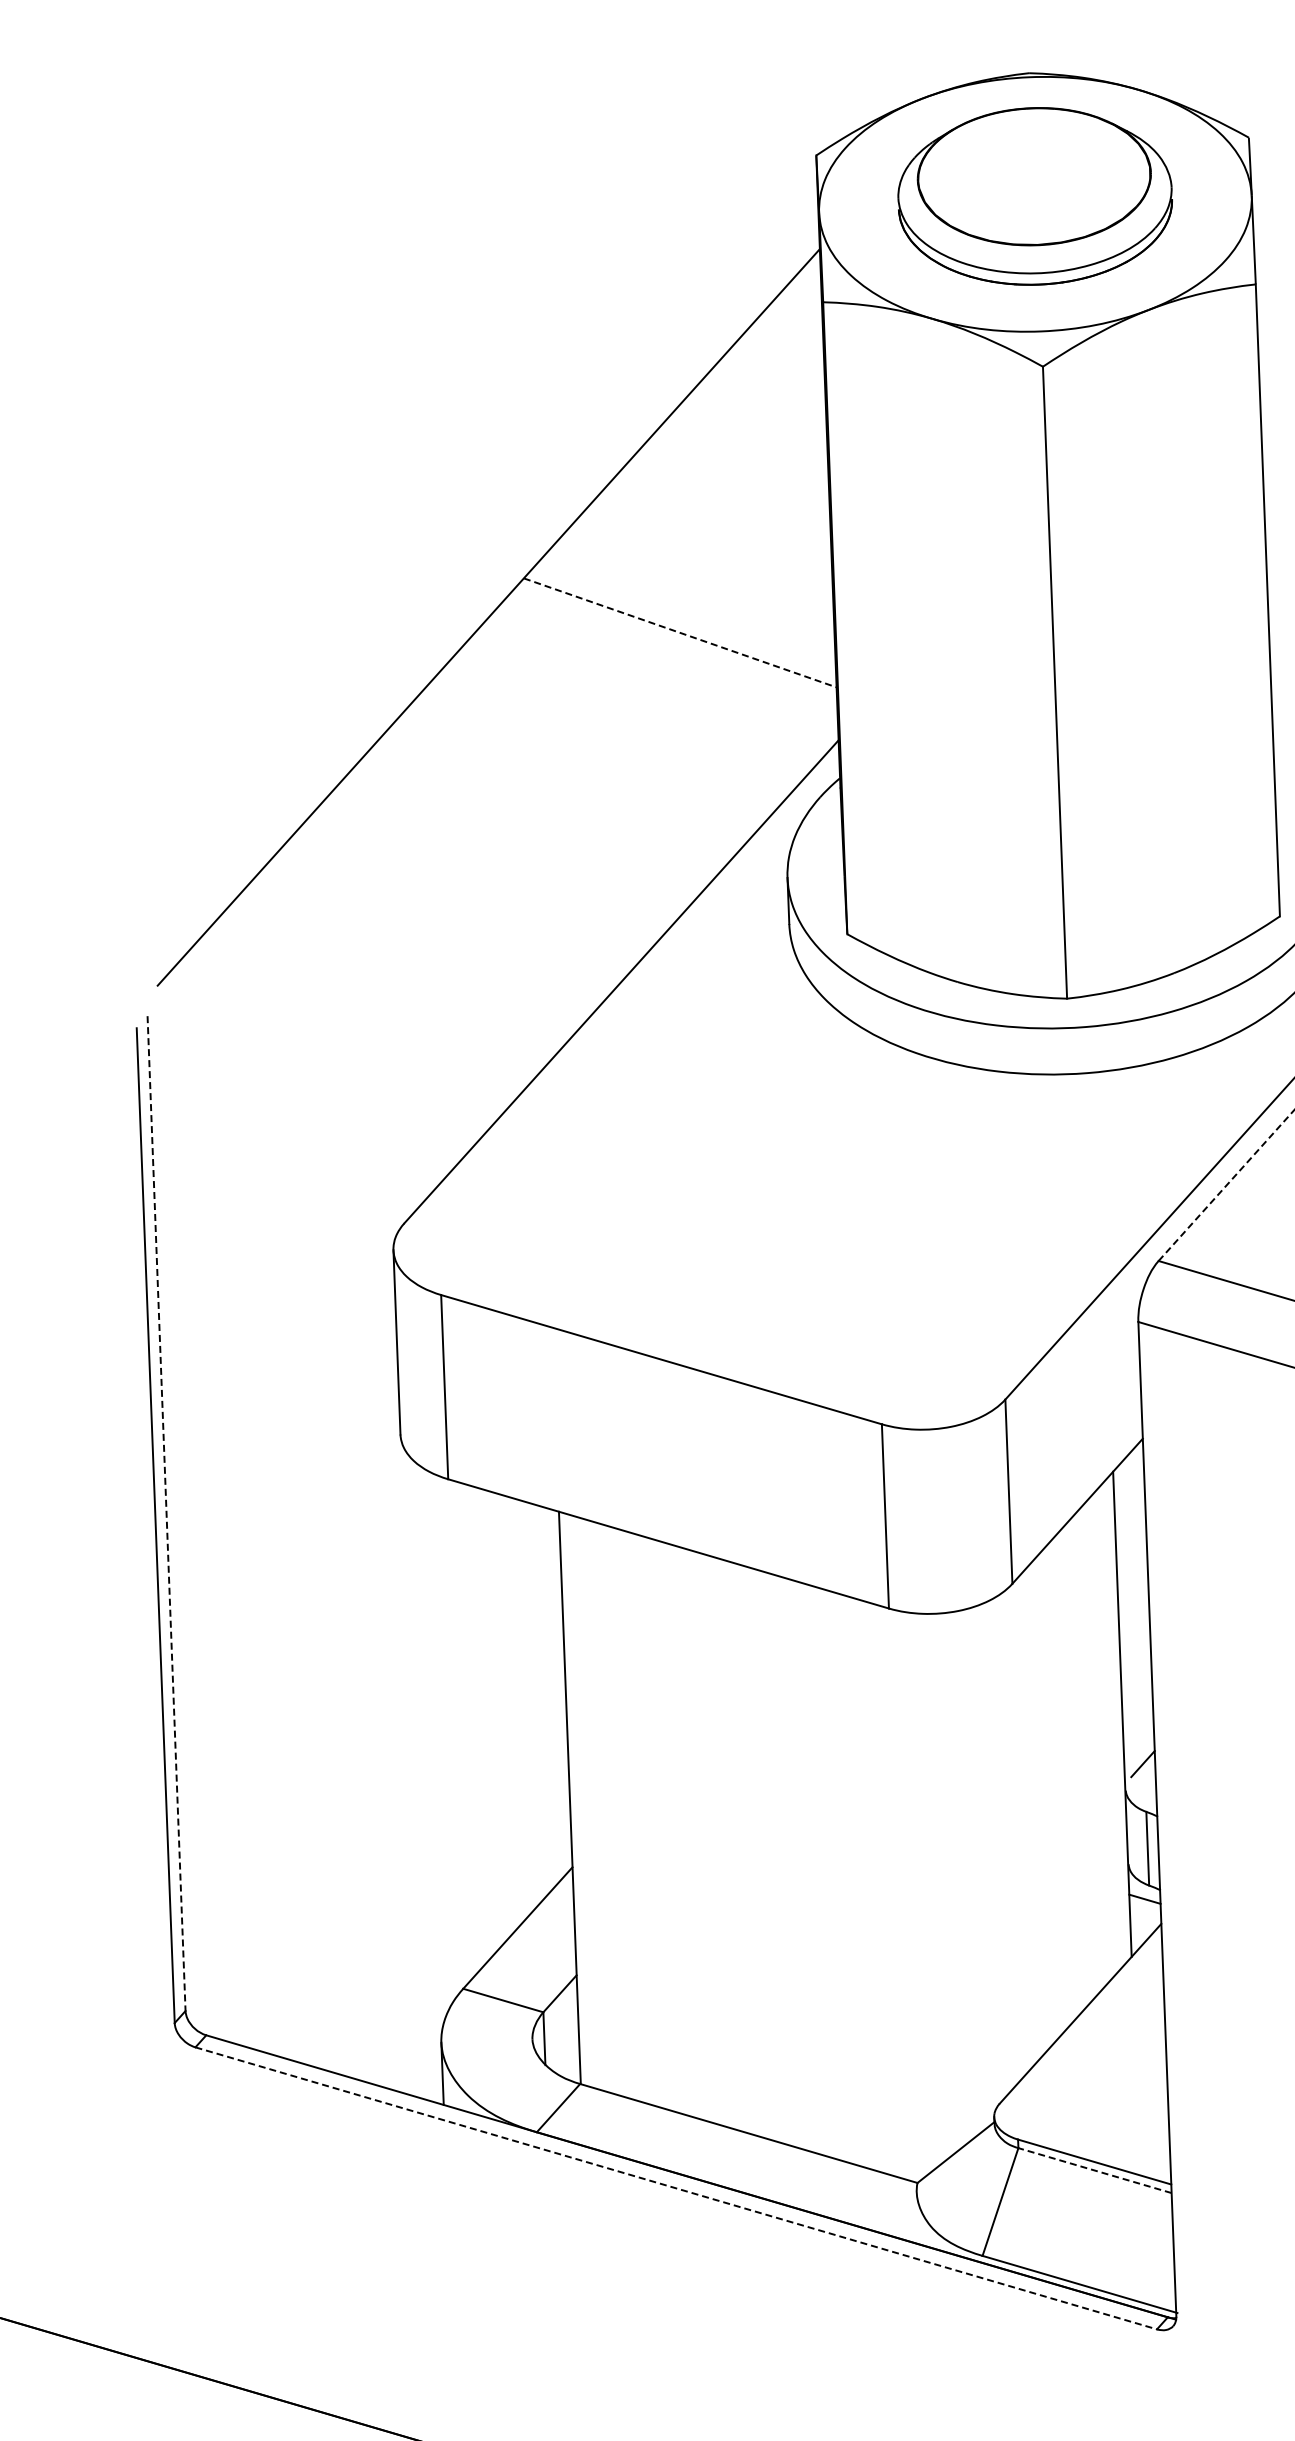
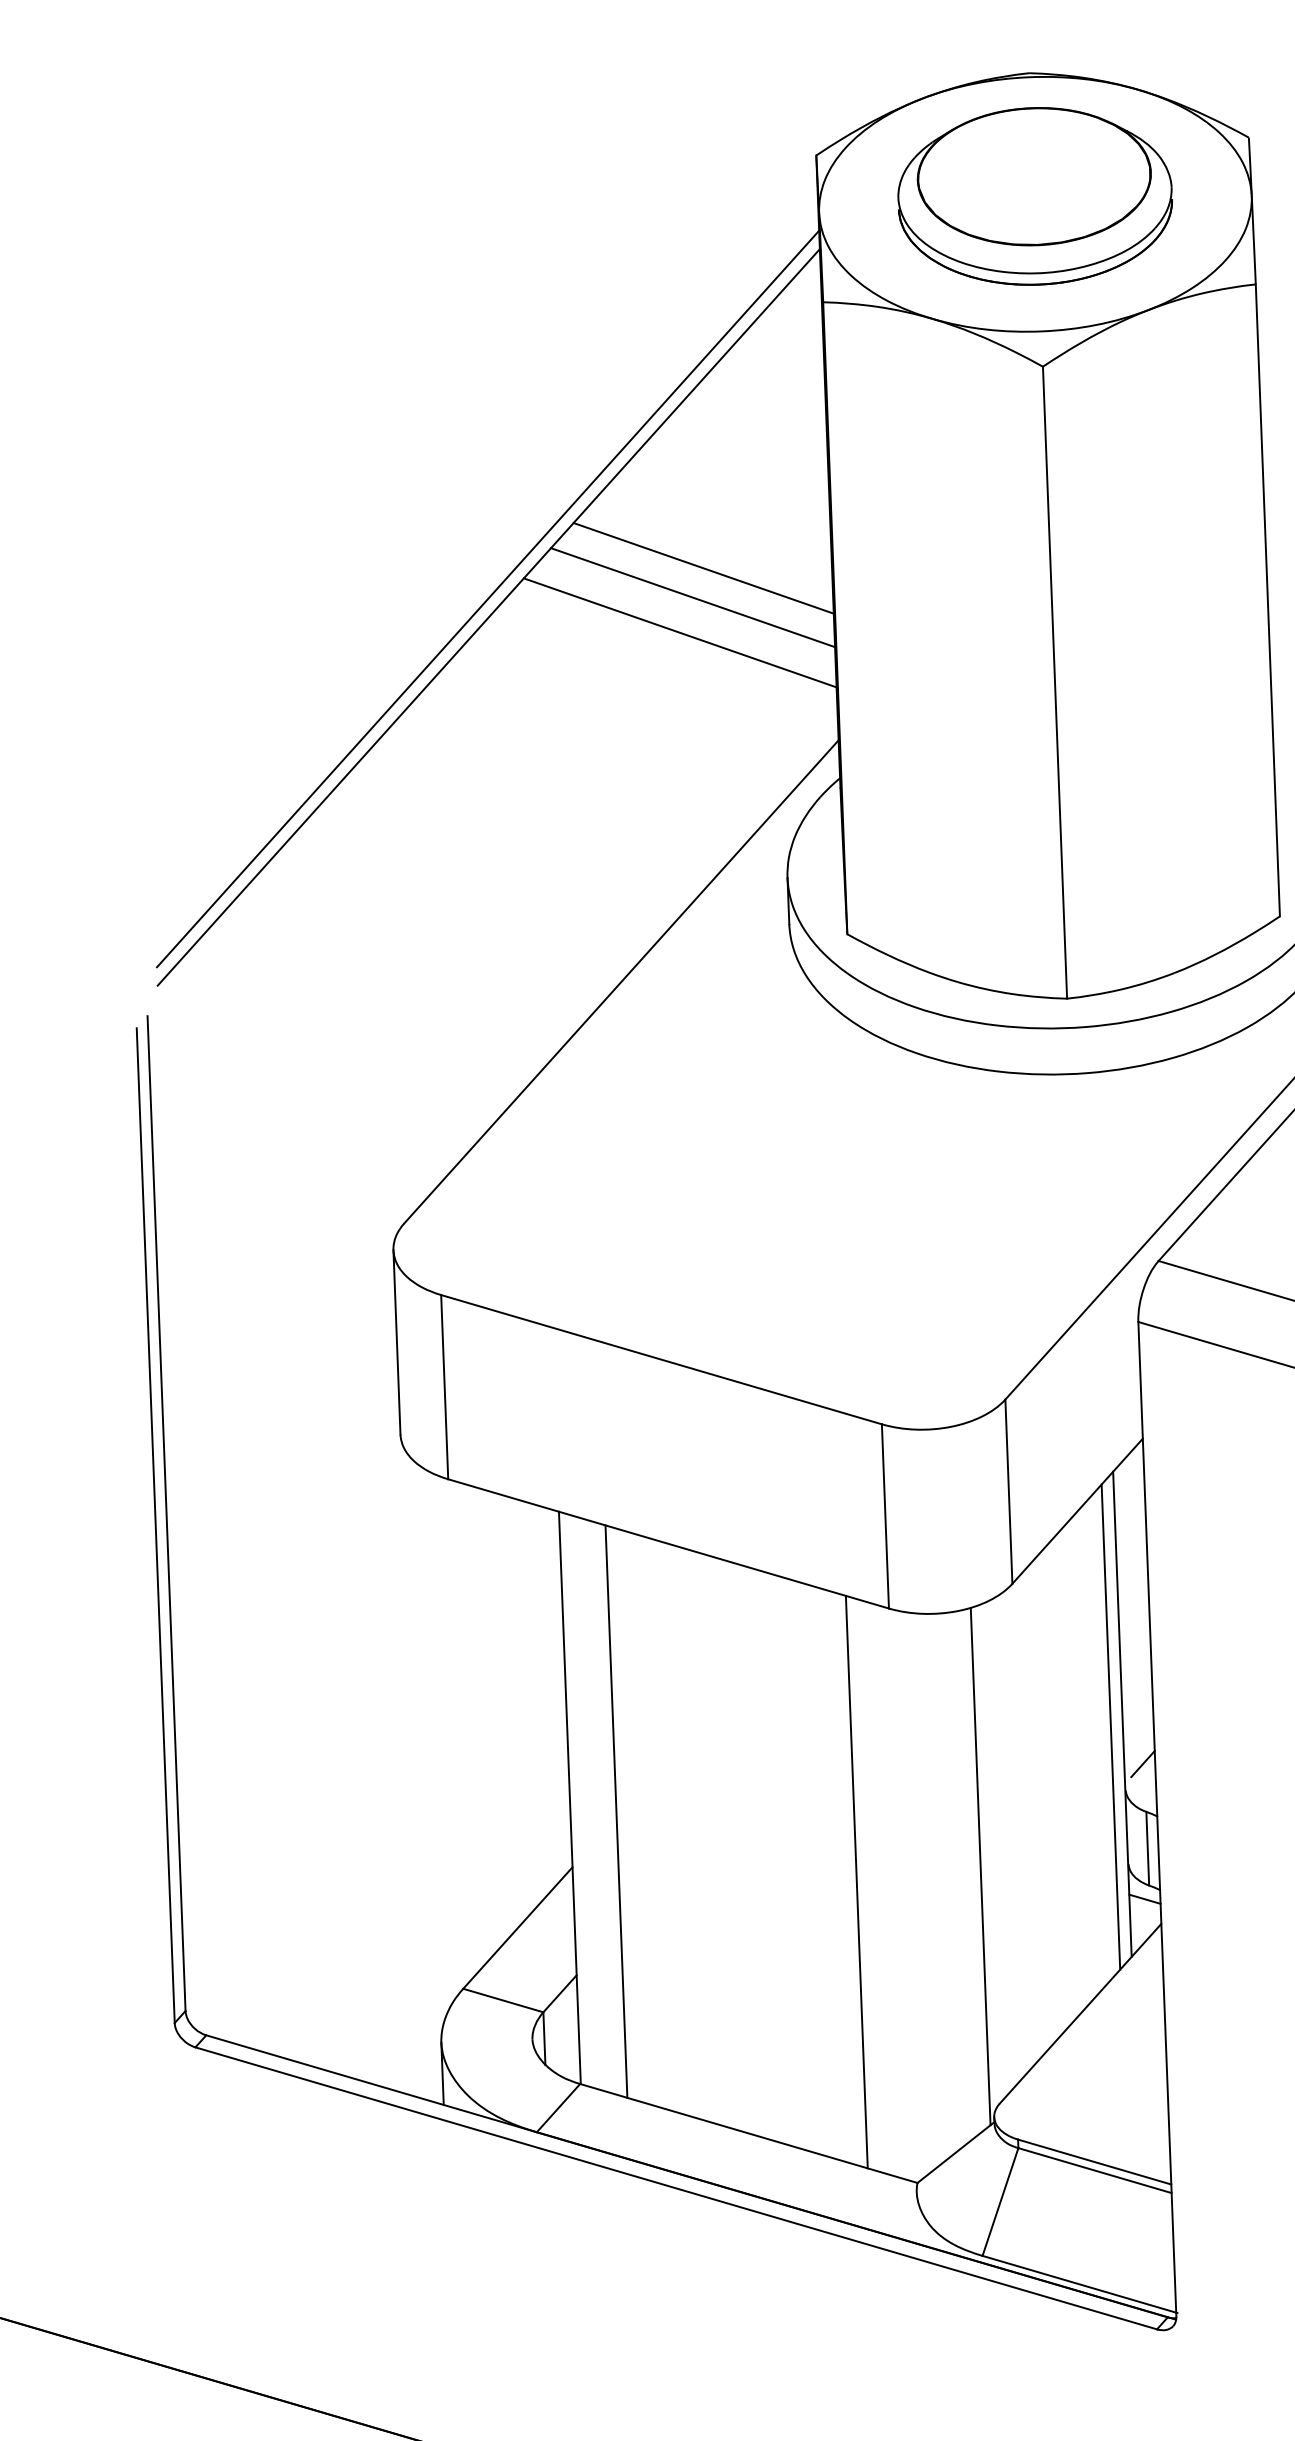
line at (703, 568): none -> present
line at (693, 597): none -> present
line at (488, 598): none -> present
line at (680, 632): dashed -> solid
line at (1226, 1185): dashed -> solid
line at (166, 1513): dashed -> solid
line at (1110, 1726): none -> present
line at (616, 1811): none -> present
line at (980, 1866): none -> present
line at (856, 1881): none -> present
line at (1095, 2170): dashed -> solid
line at (676, 2188): dashed -> solid
